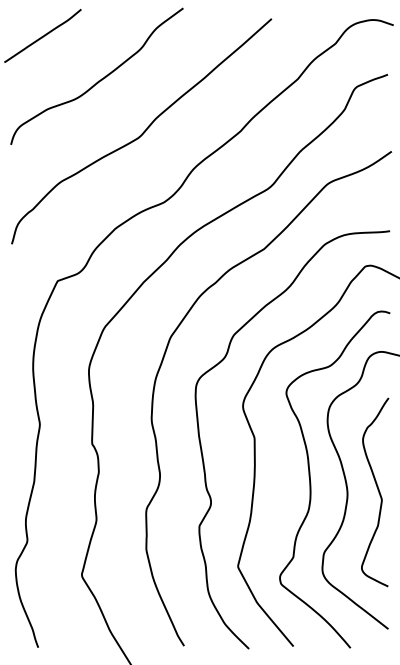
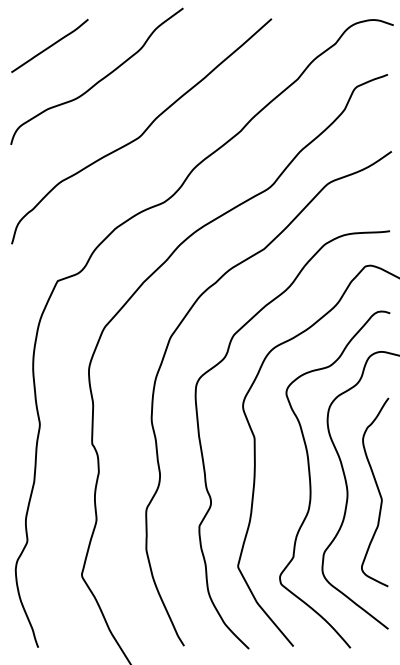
curve at (43, 35) position: (43, 35) -> (50, 45)
